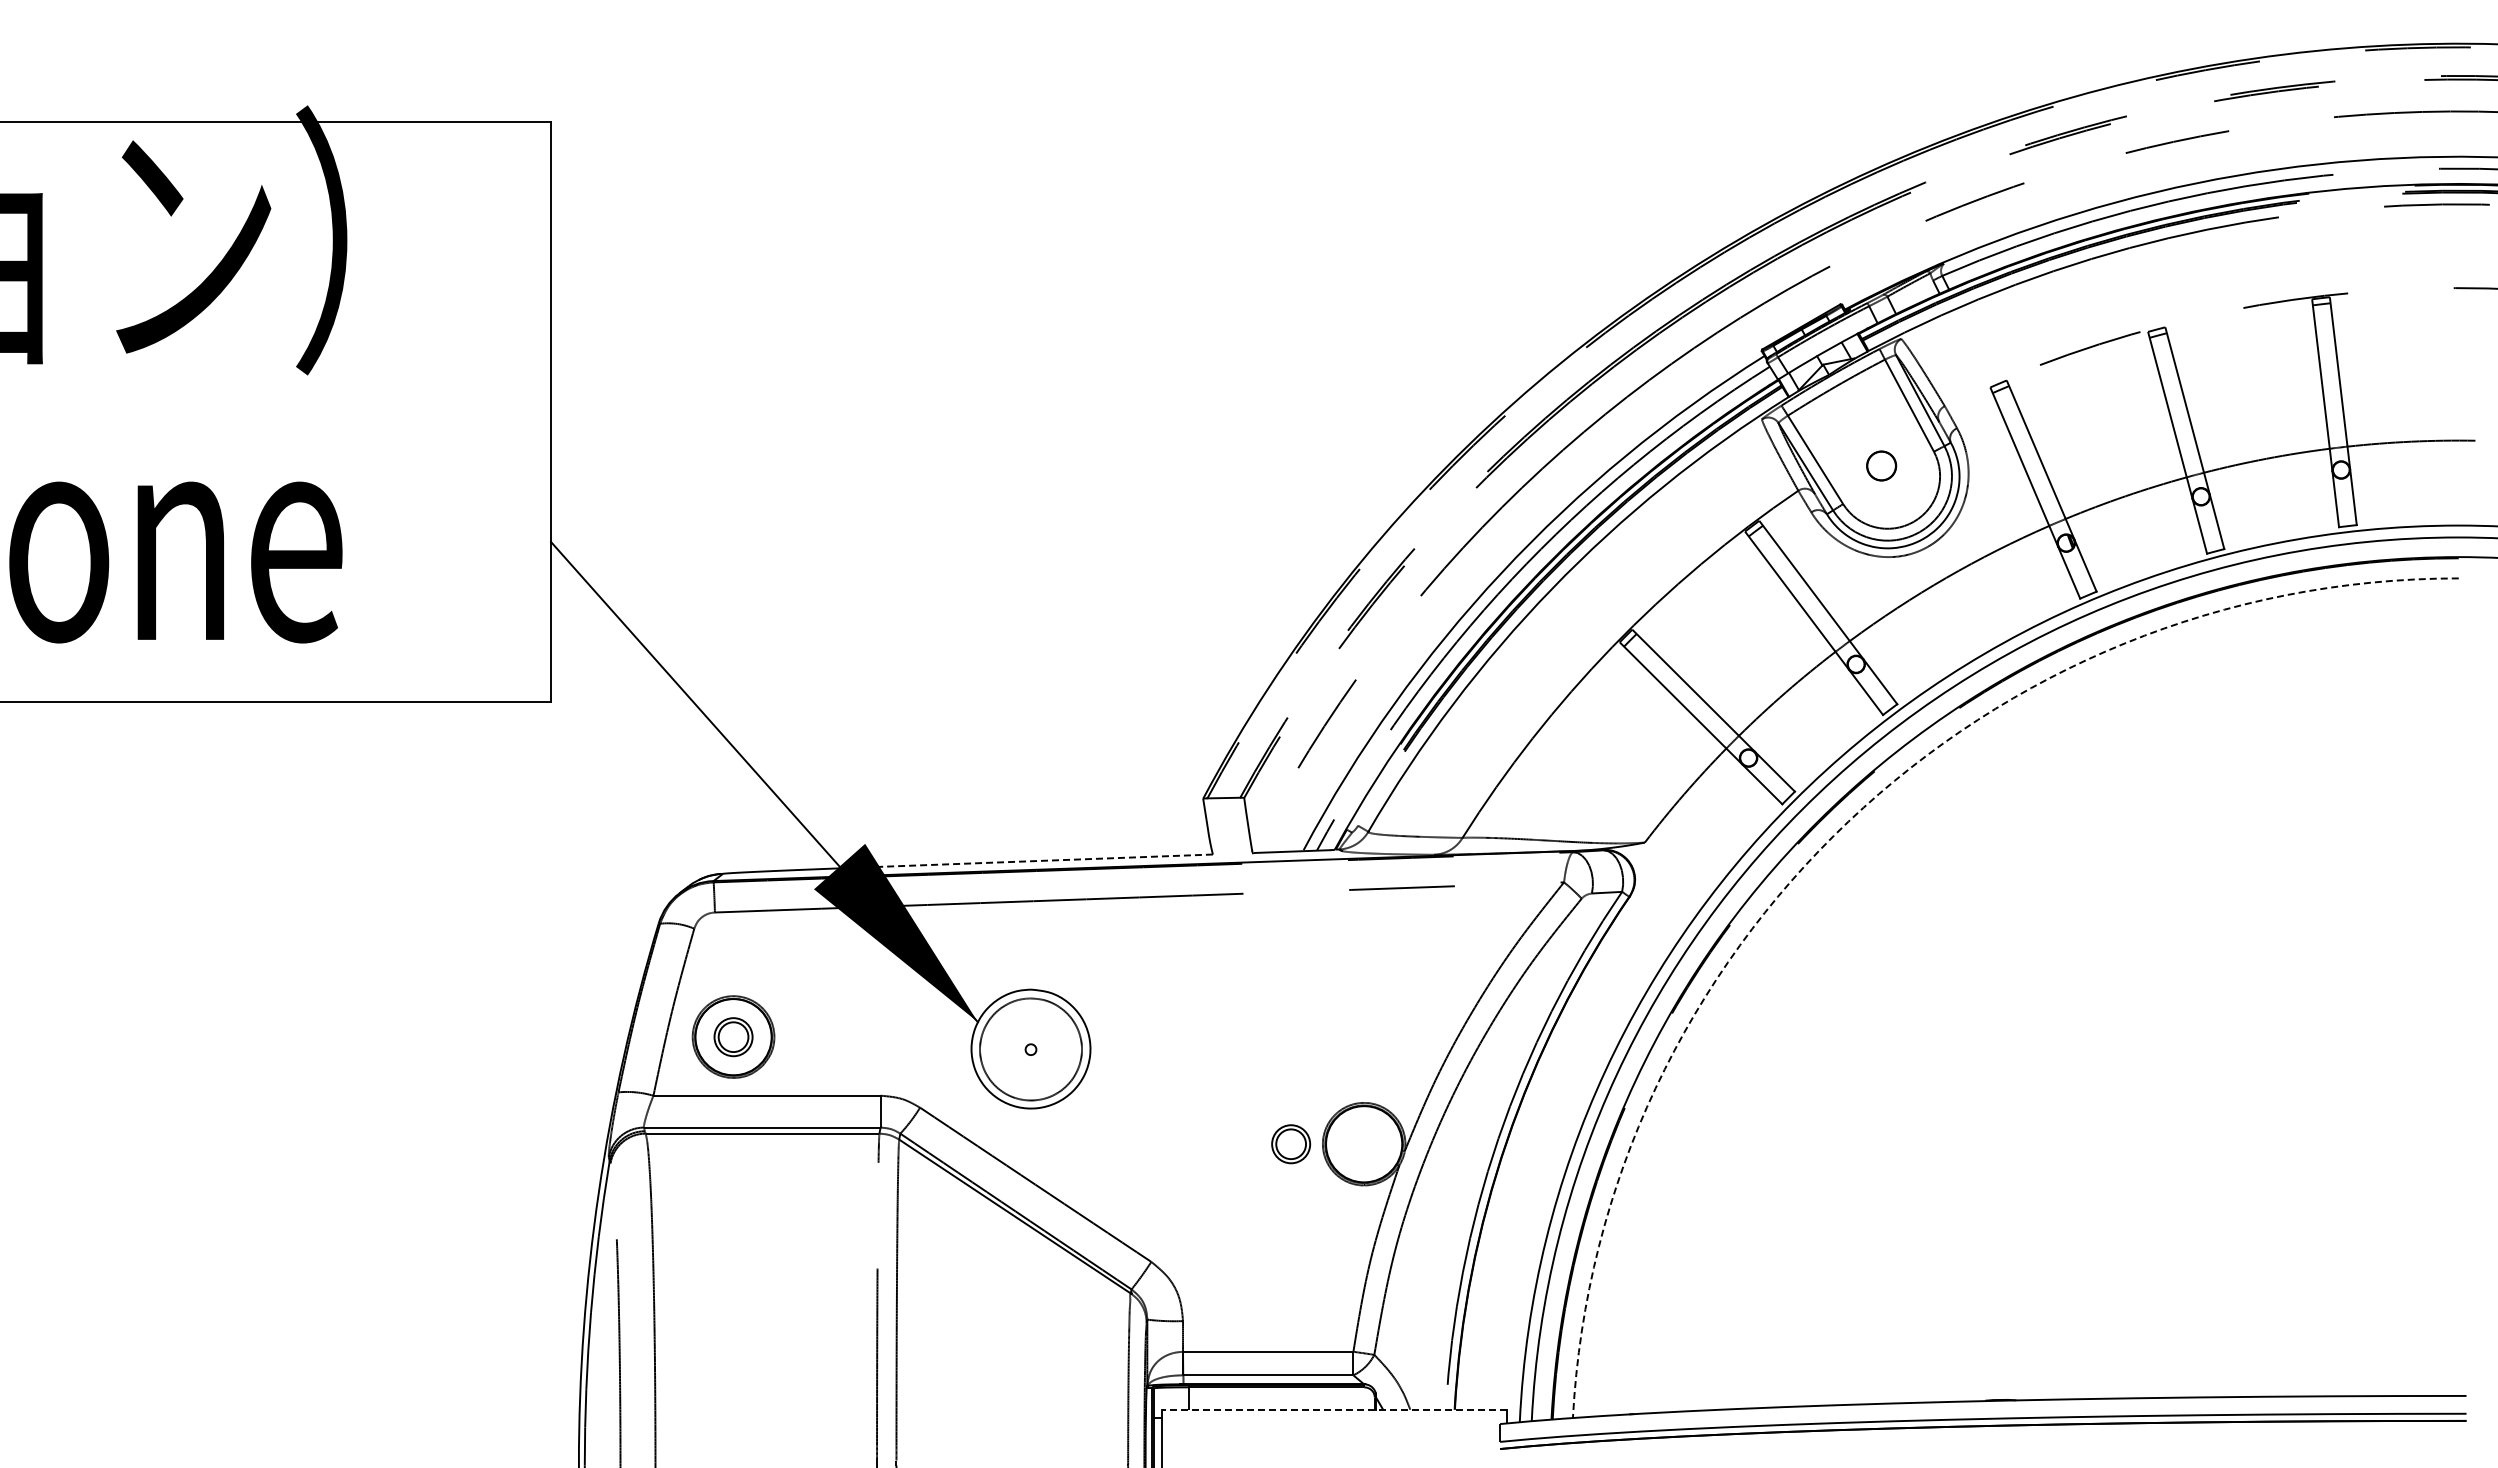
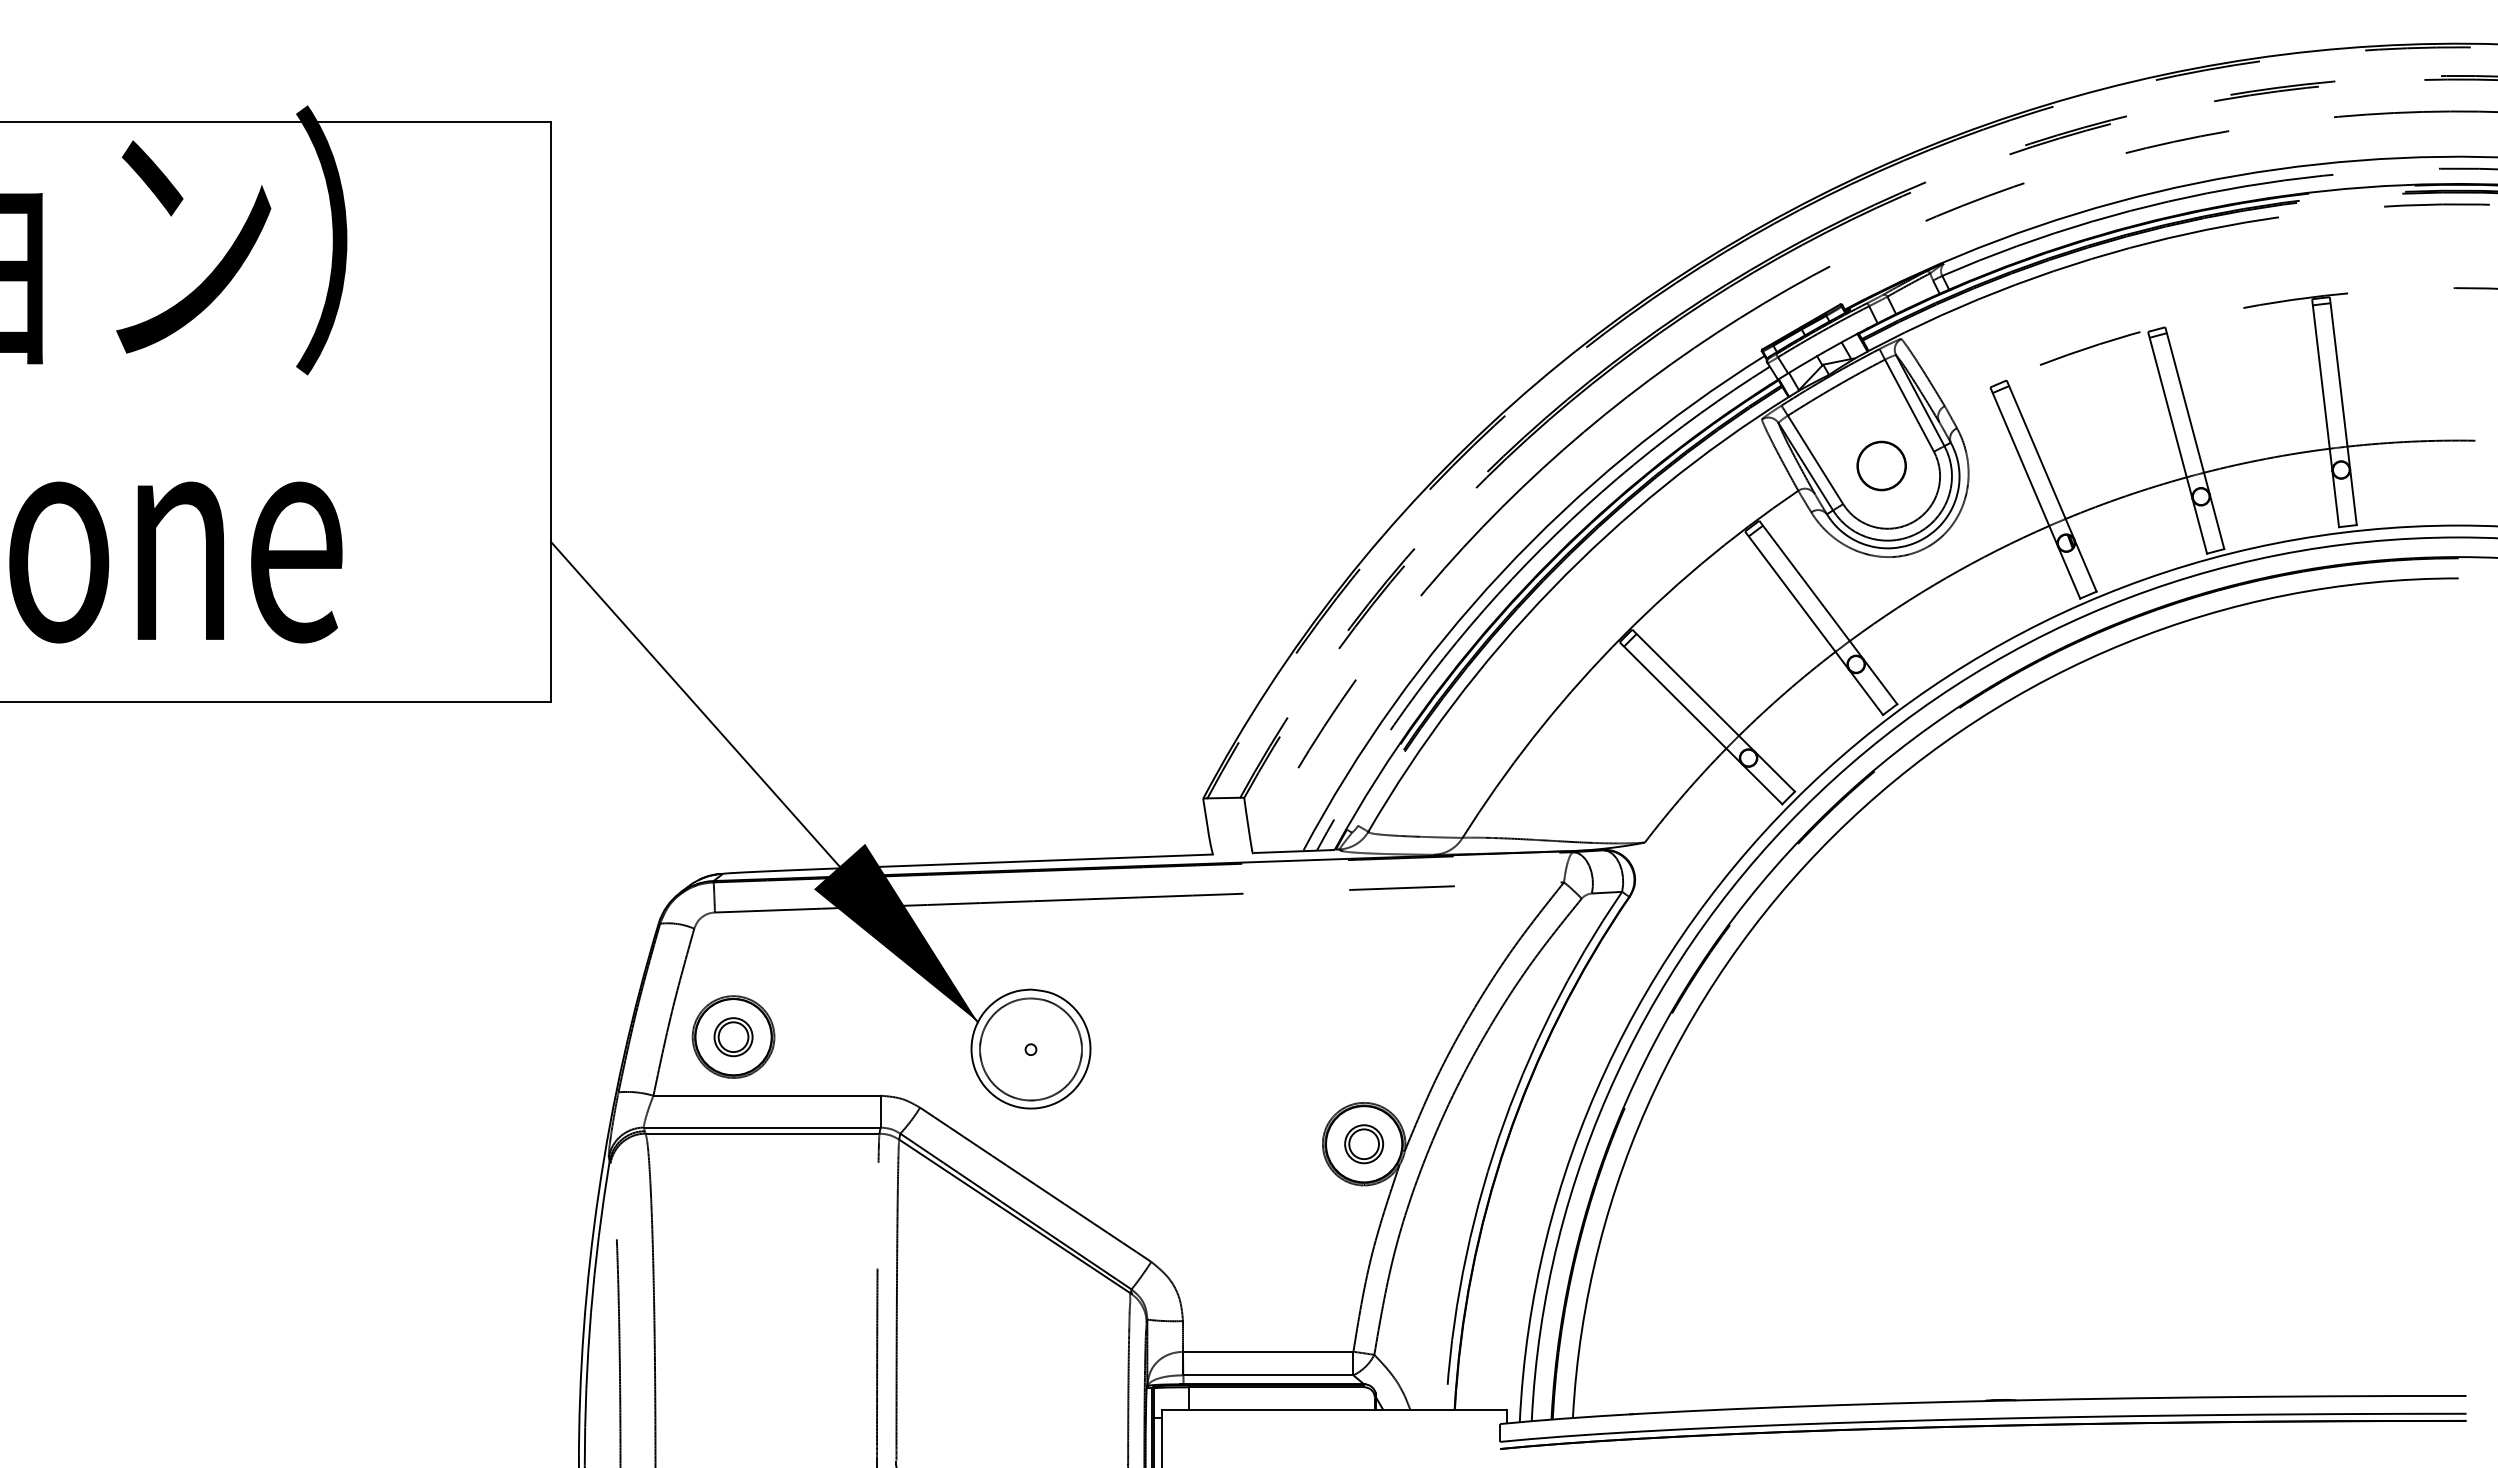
part at (1881, 465) size: 32x32 px -> 51x52 px
arc at (1848, 821): dashed -> solid
line at (1038, 860): dashed -> solid
part at (1291, 1144) position: (1291, 1144) -> (1364, 1144)
line at (1334, 1409): dashed -> solid
